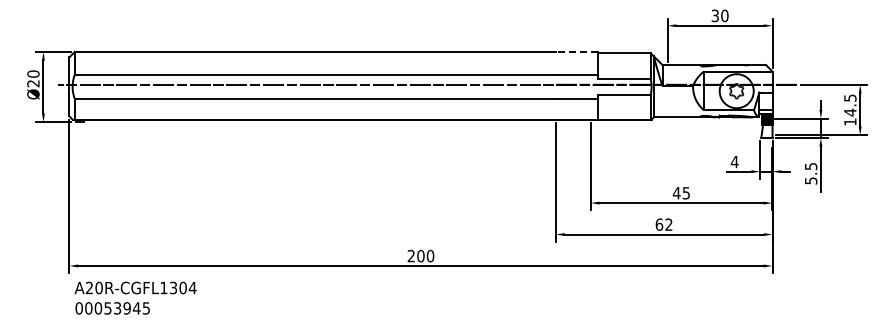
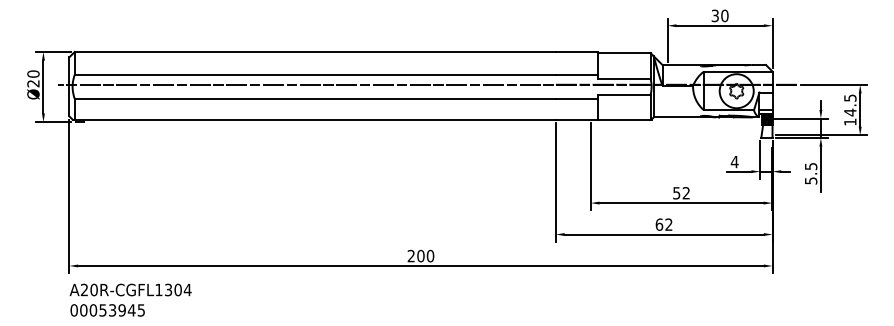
line at (576, 51): dashed -> solid
text at (680, 193): 45 -> 52
text at (135, 297) position: (135, 297) -> (130, 299)
